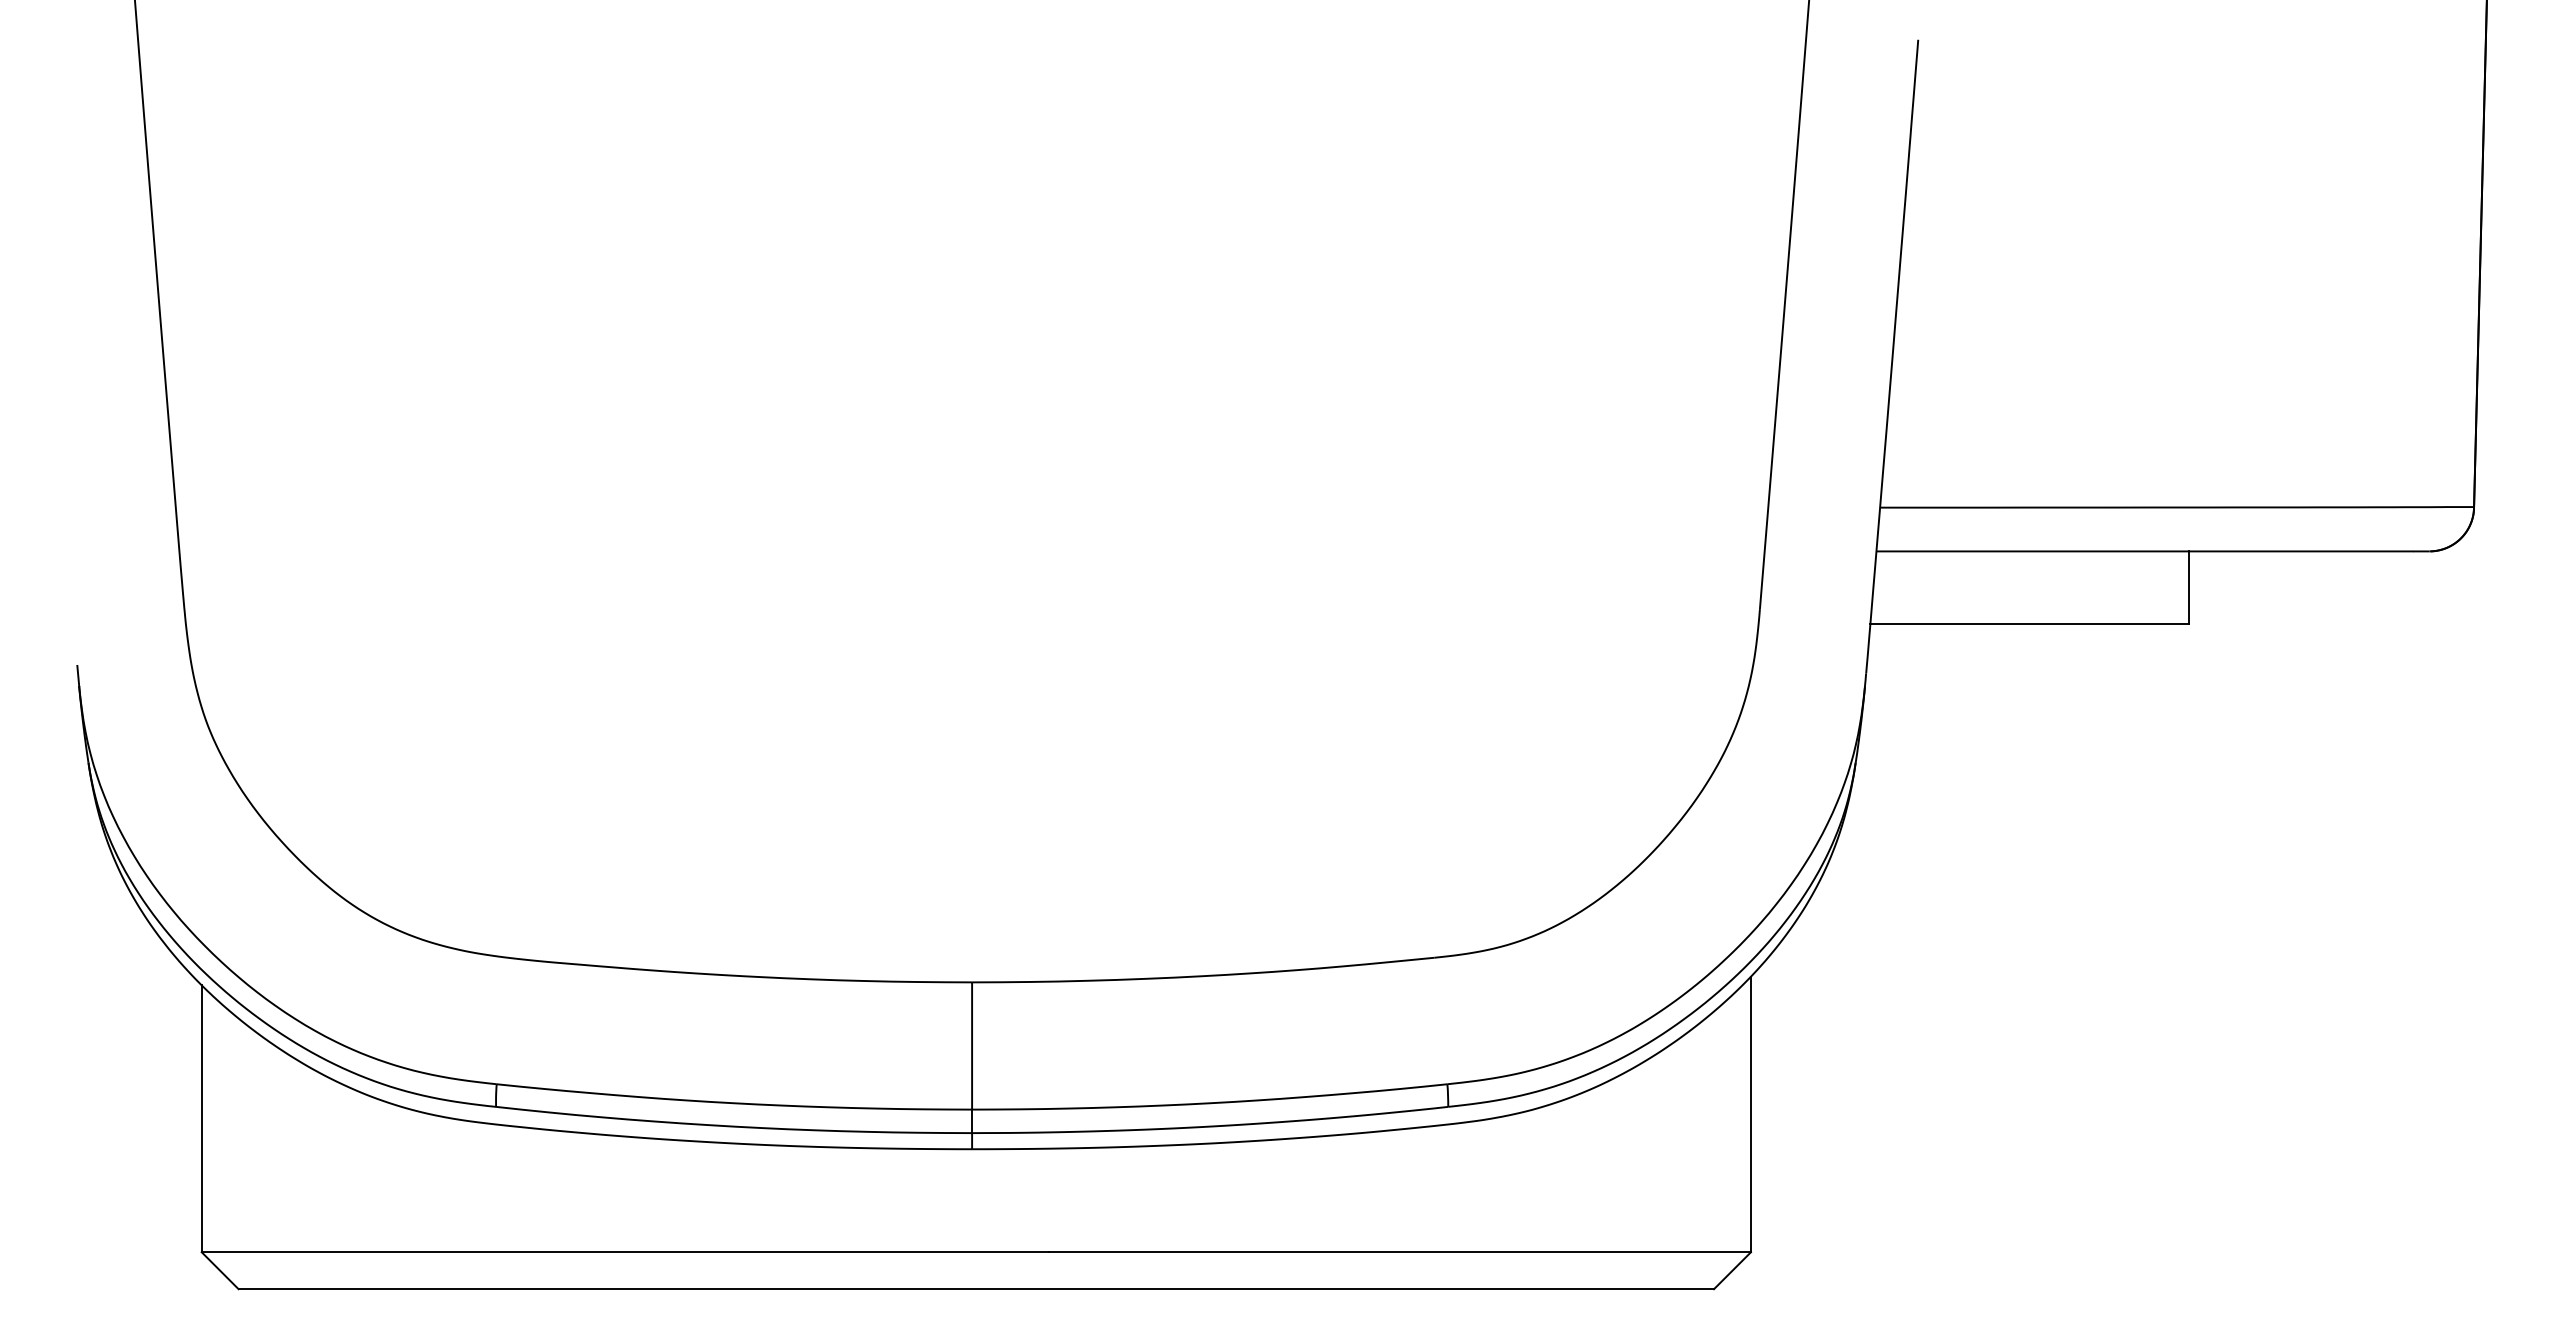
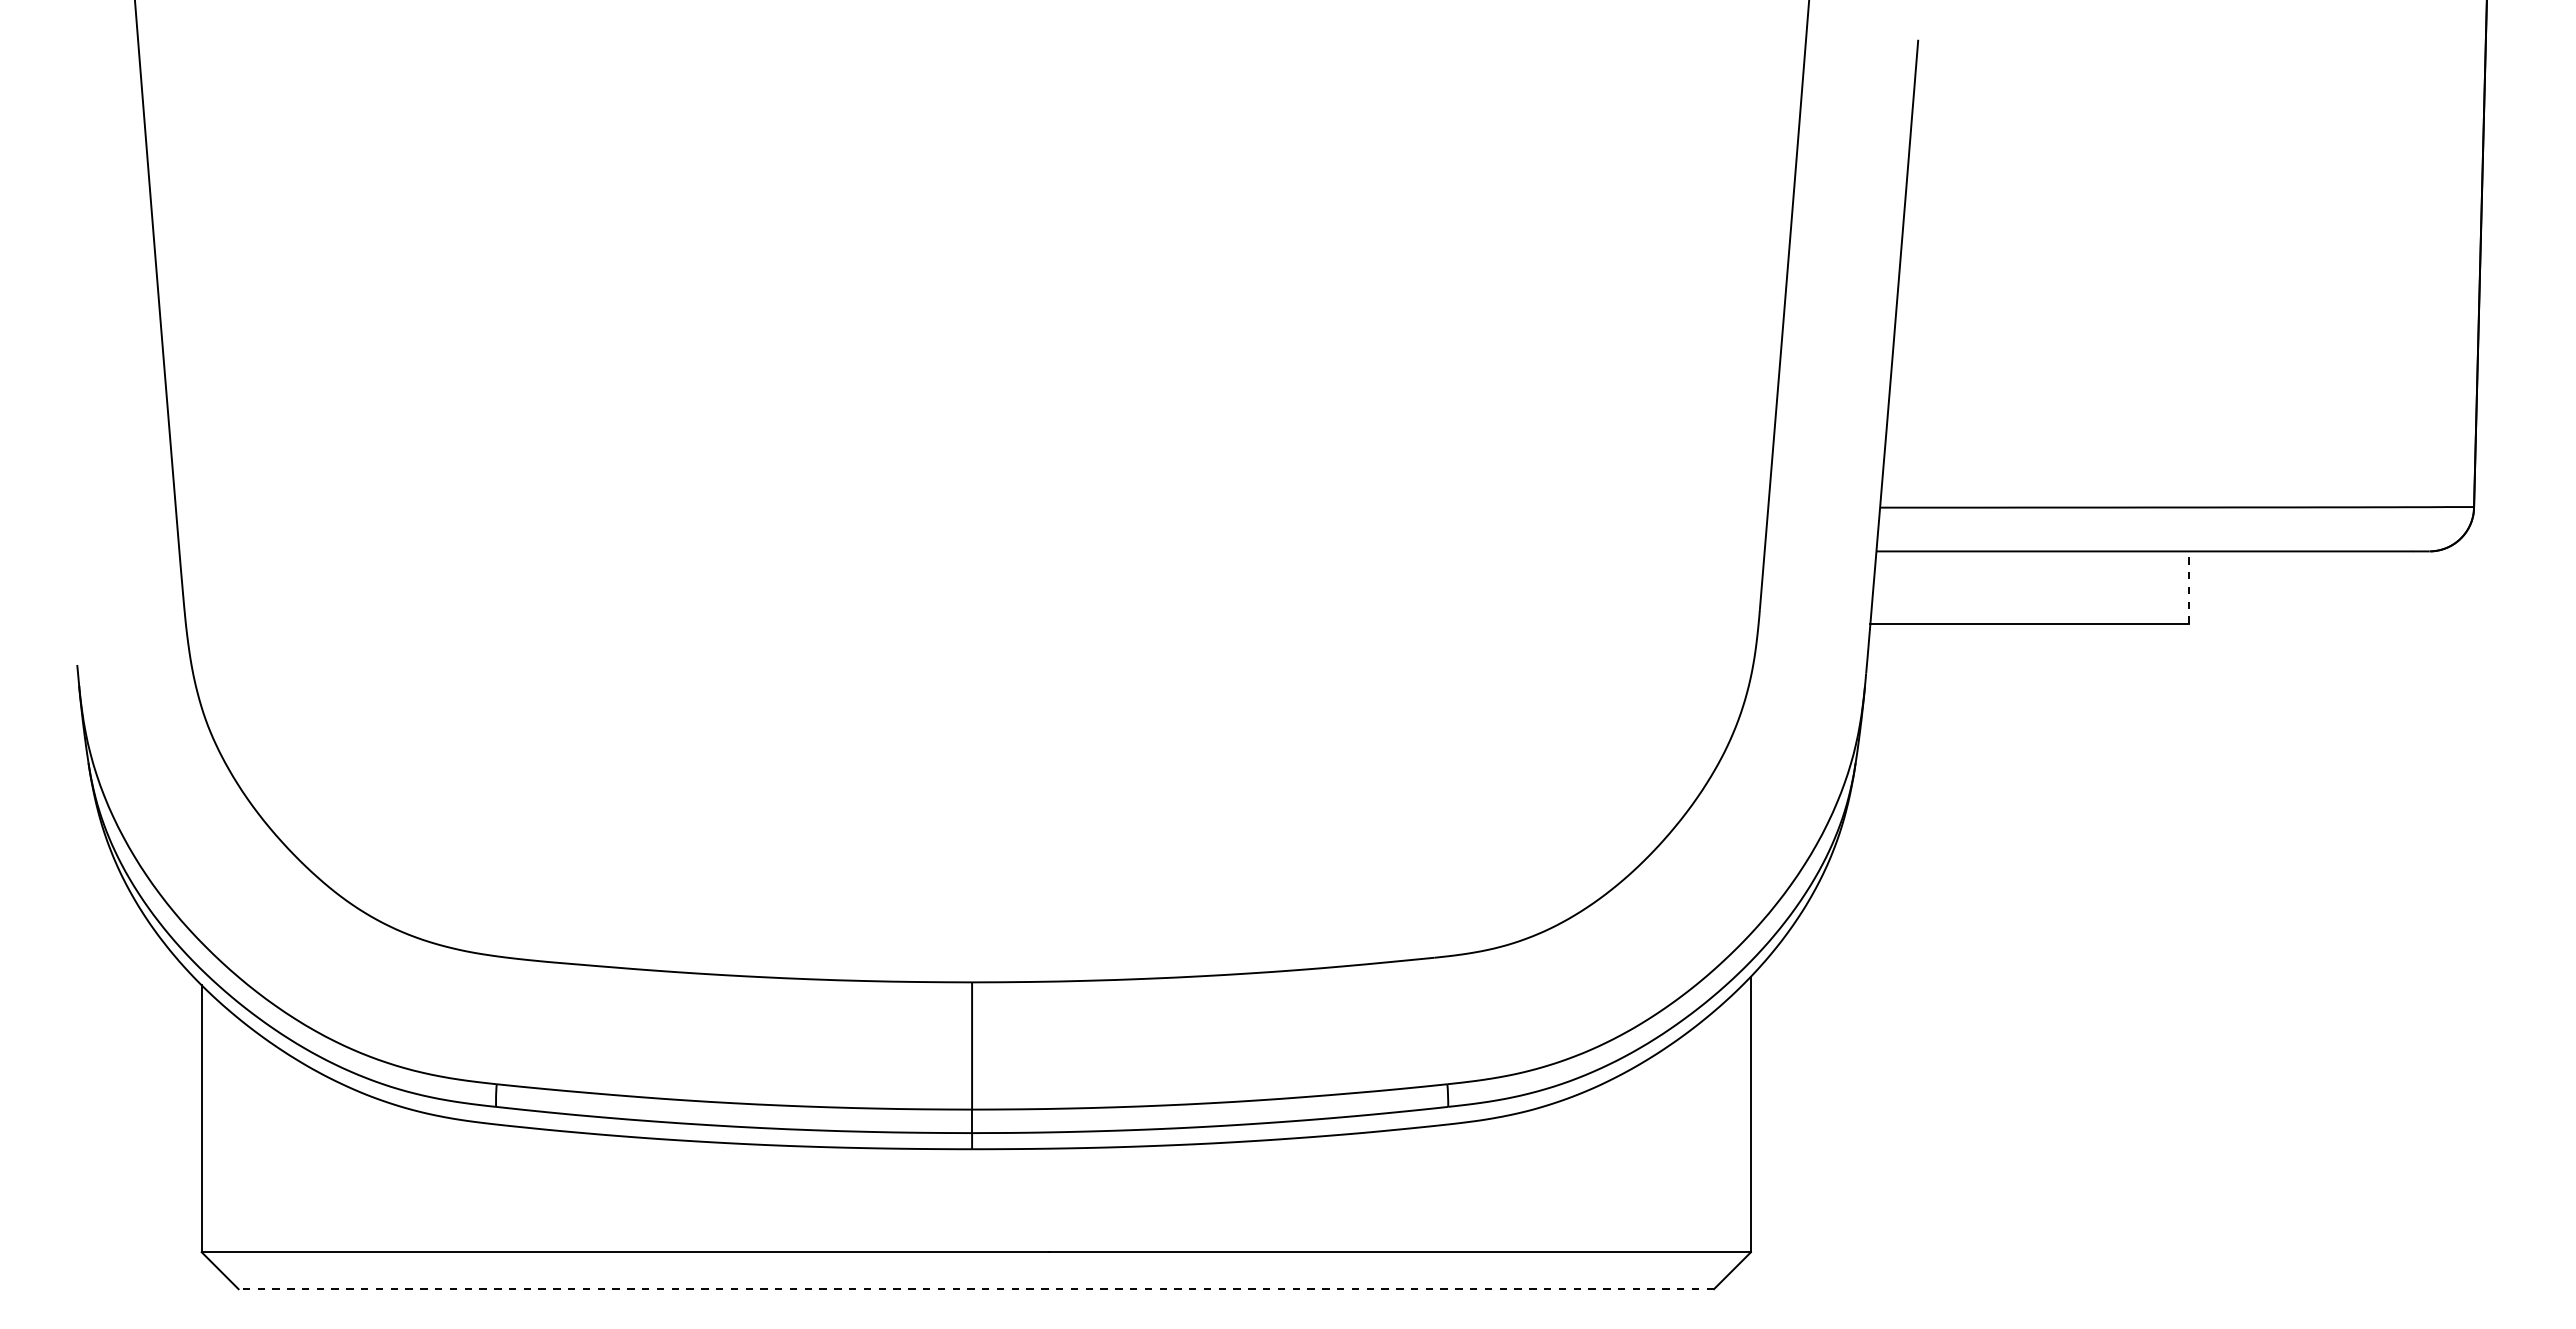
line at (2188, 587): solid -> dashed
line at (976, 1289): solid -> dashed
